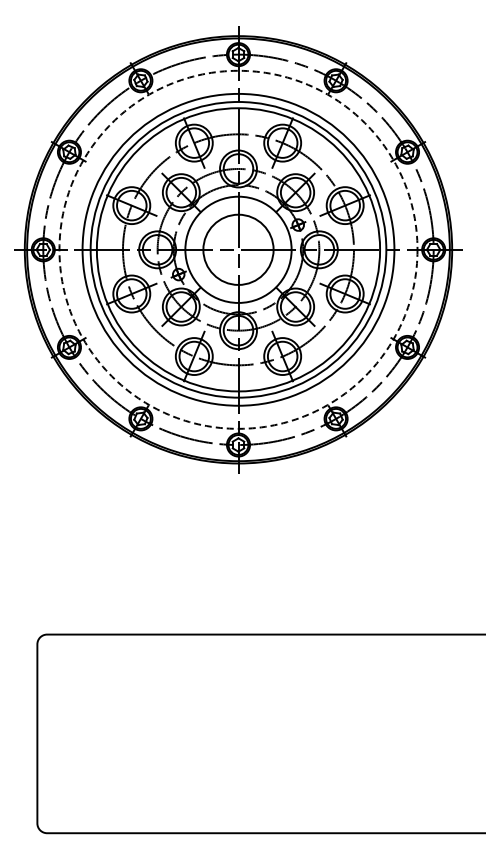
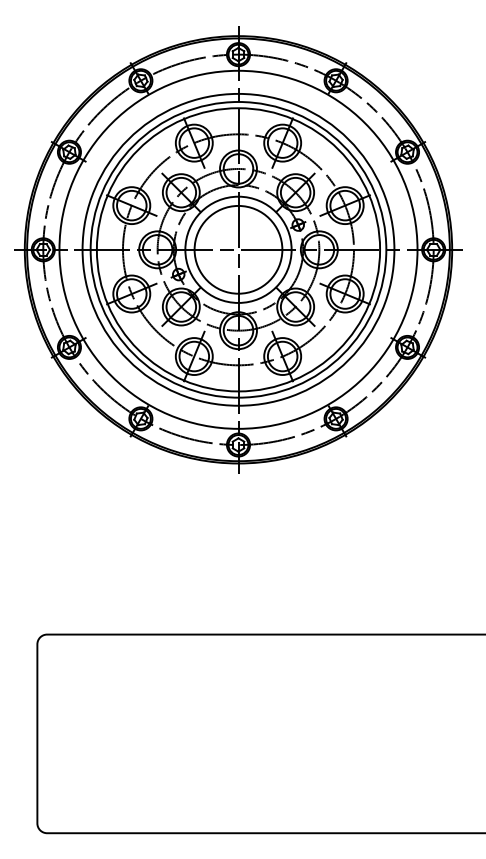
circle at (238, 249) diameter: 70 px -> 88 px
circle at (238, 249): dashed -> solid
